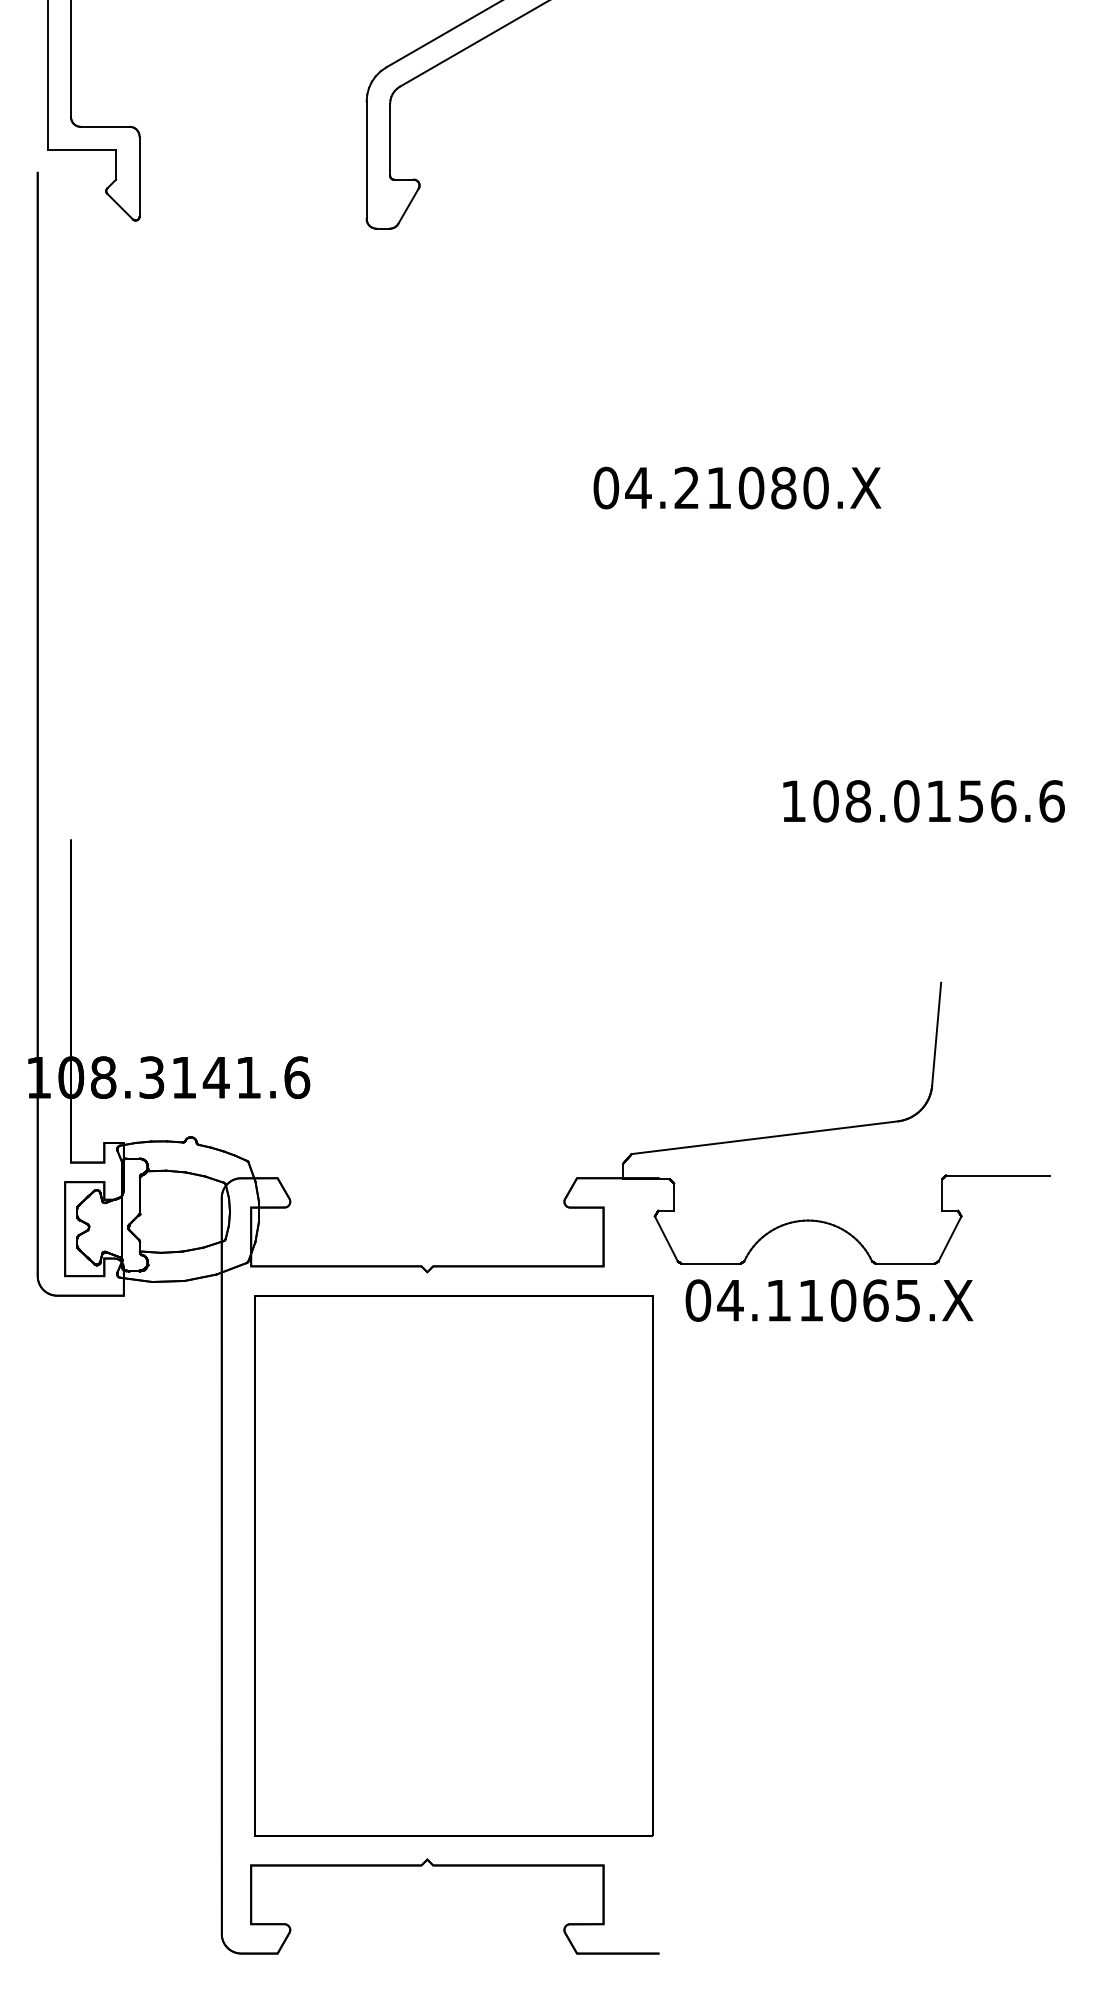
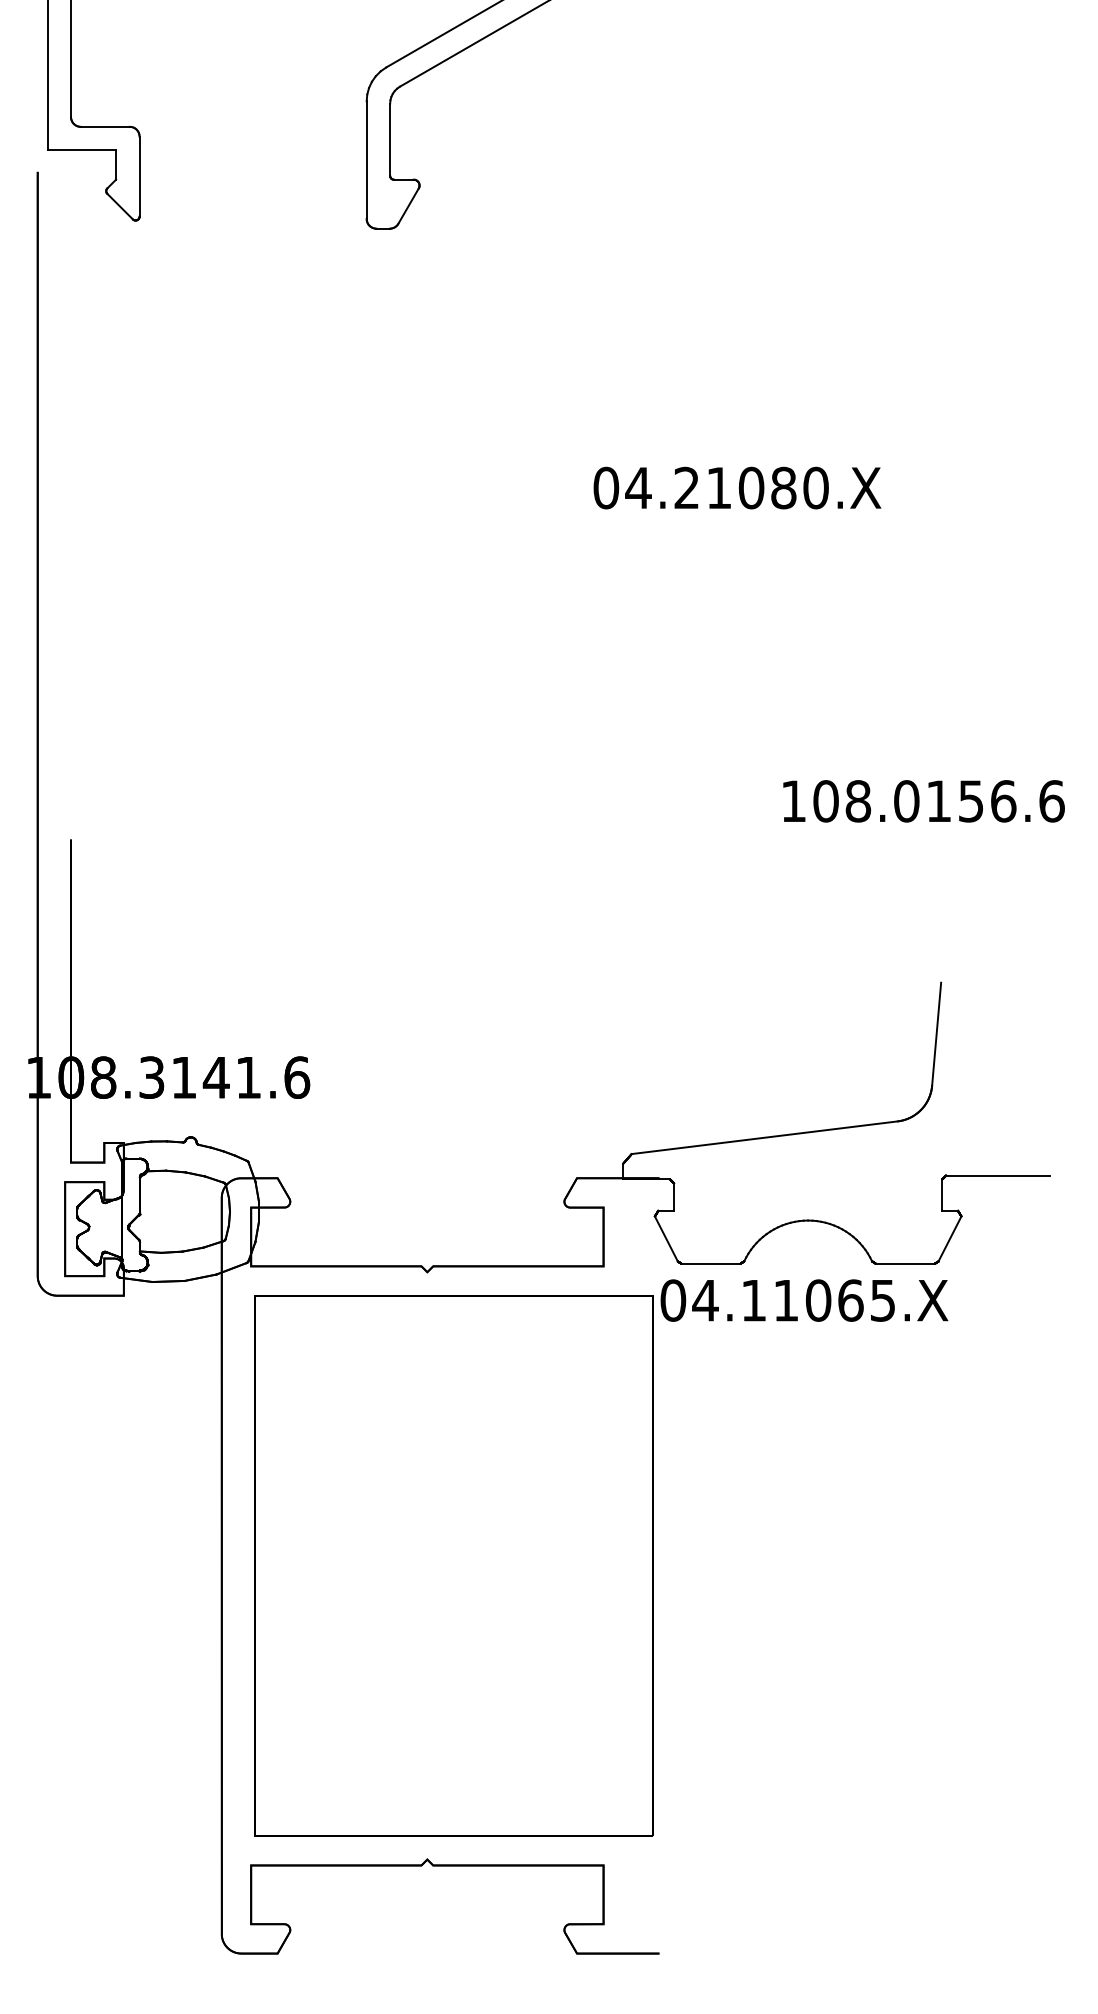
text at (829, 1300) position: (829, 1300) -> (804, 1300)
